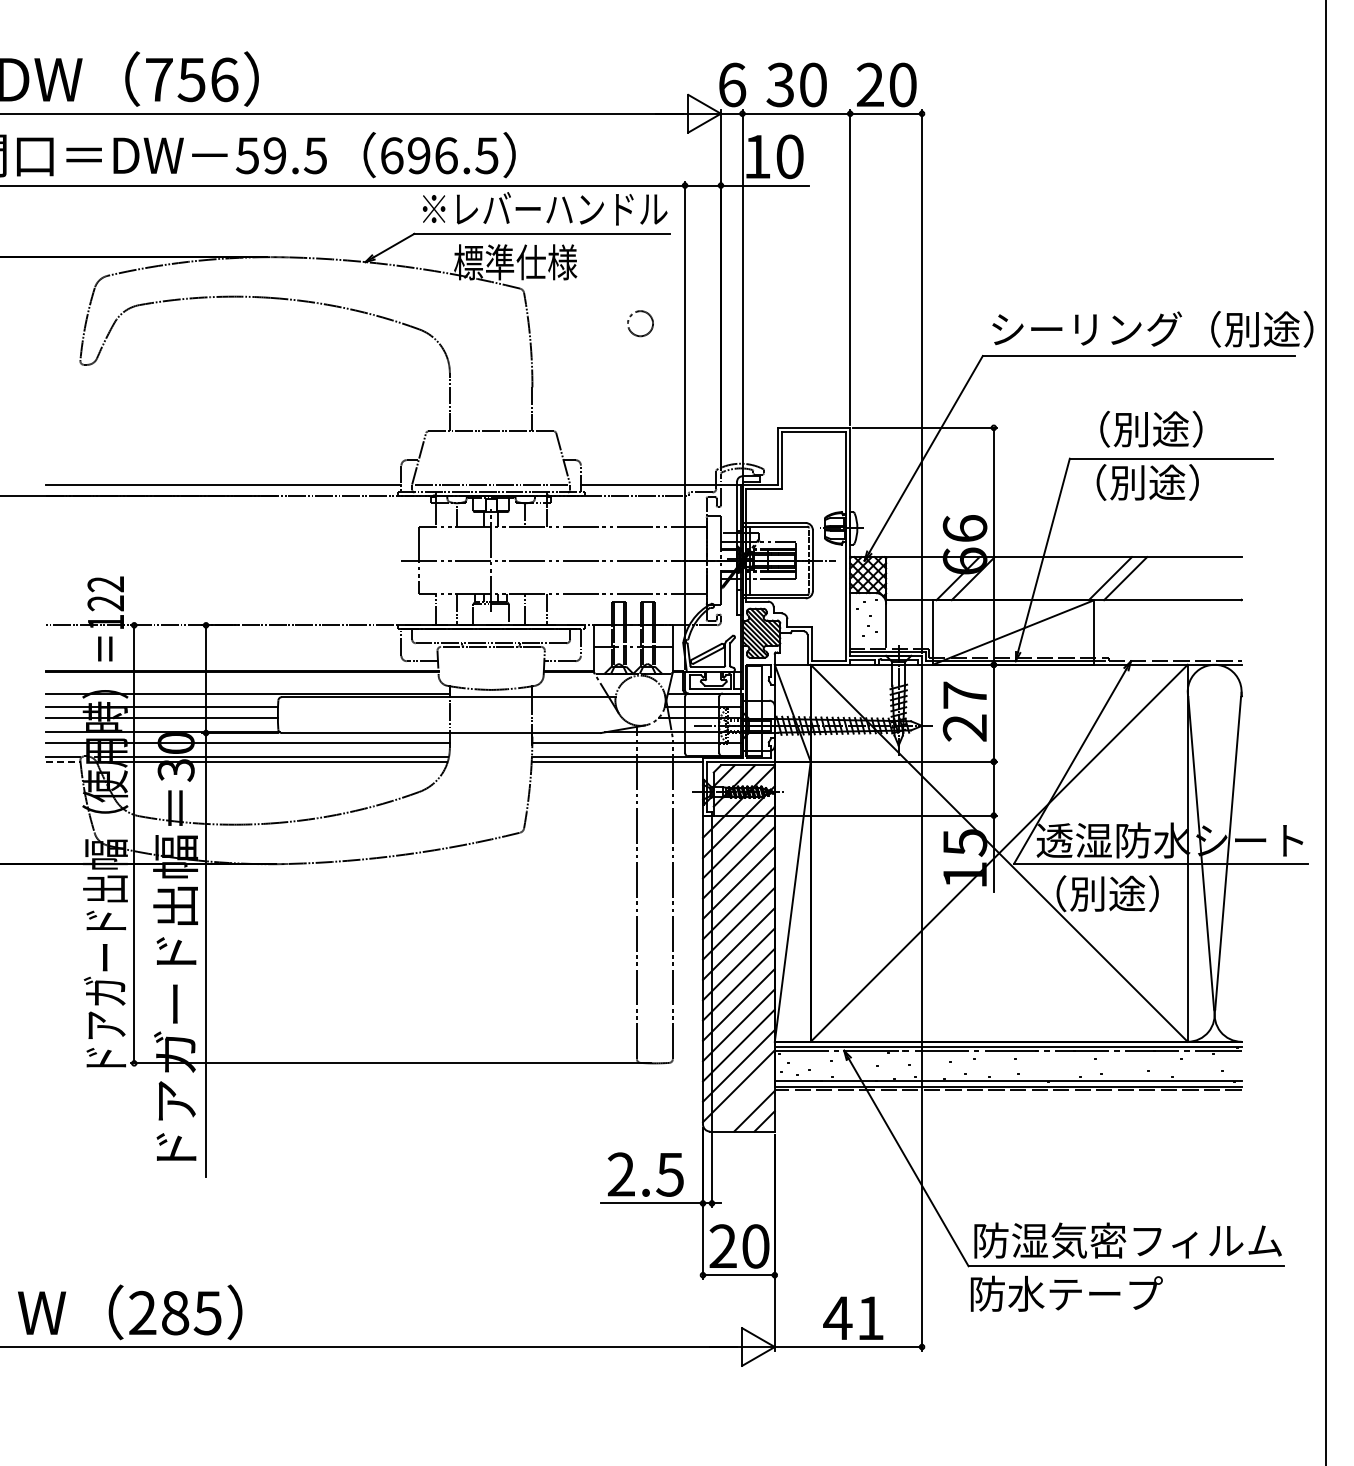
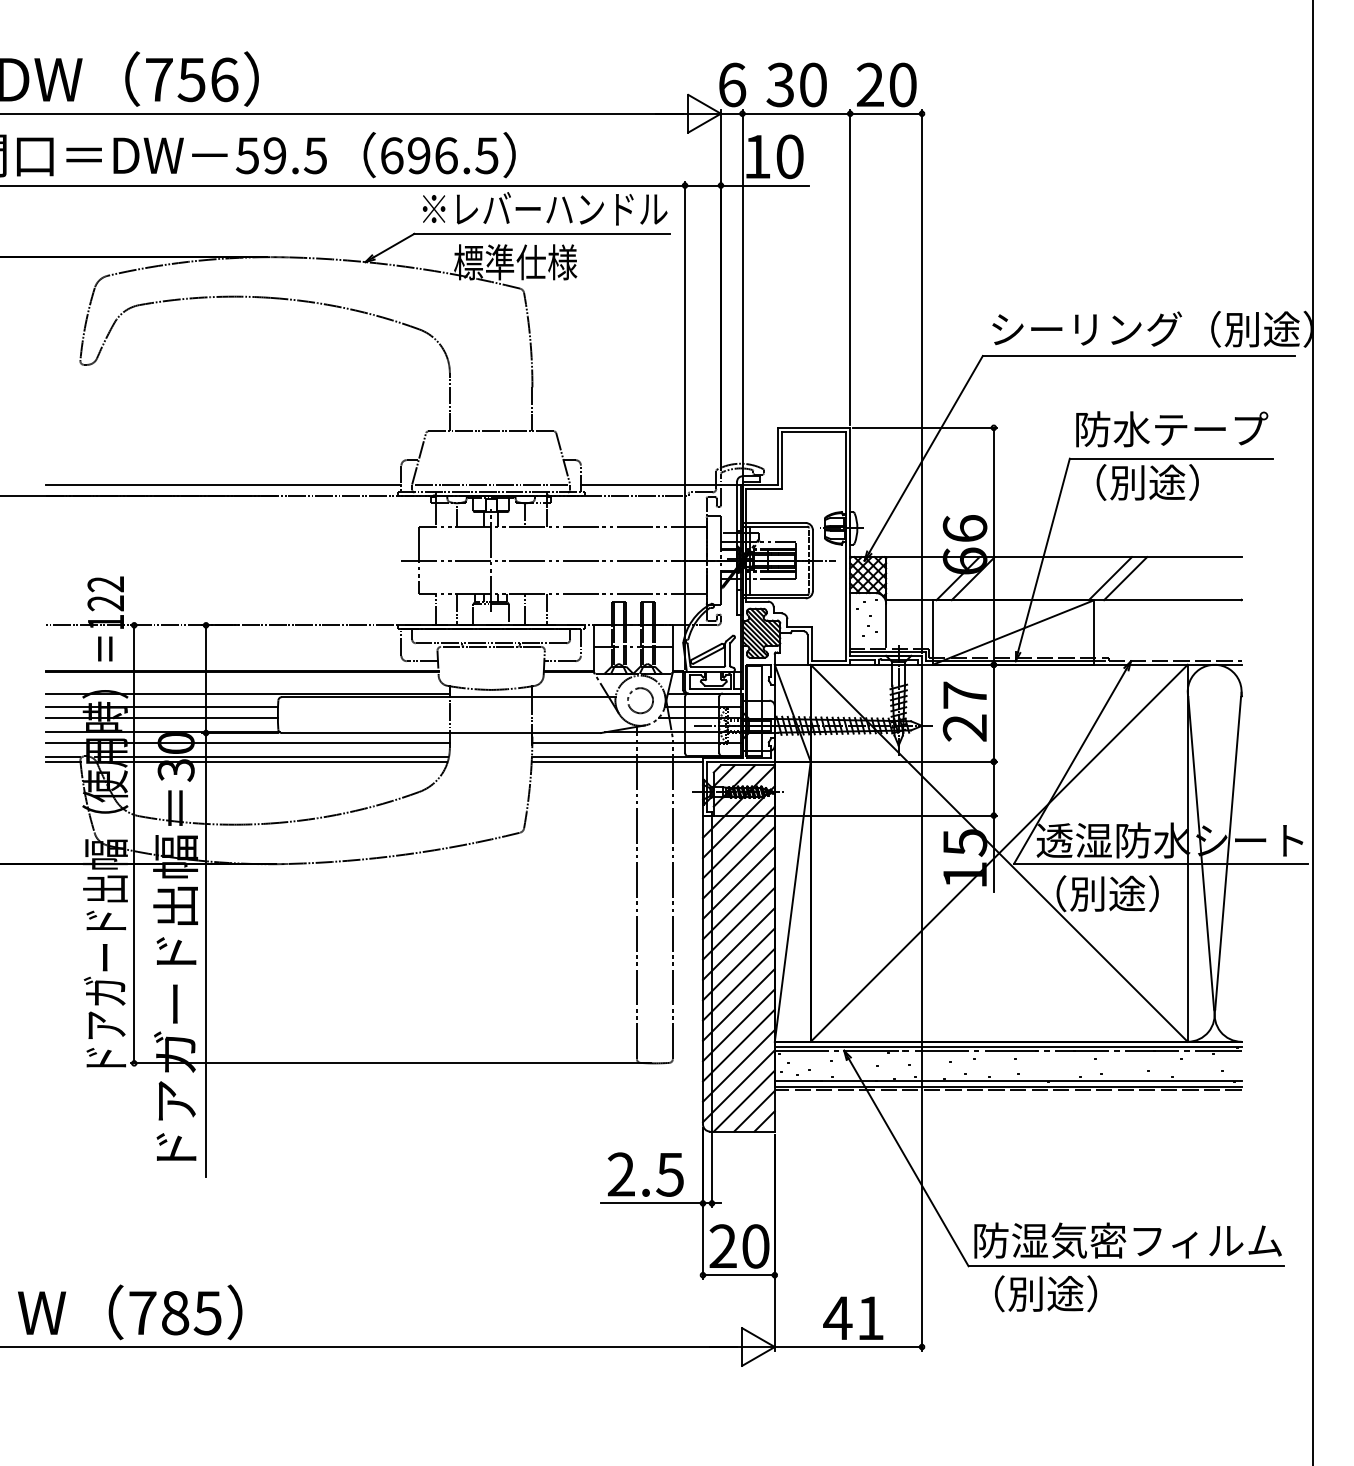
circle at (640, 323) position: (640, 323) -> (640, 700)
text at (1172, 428): （別途） -> 防水テープ
line at (1326, 732) position: (1326, 732) -> (1313, 732)
line at (63, 761): dashed -> solid
line at (743, 1100): none -> present
text at (1066, 1293): 防水テープ -> （別途）
text at (142, 1312): 285 -> 785
